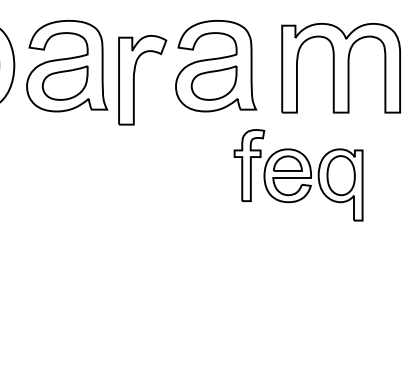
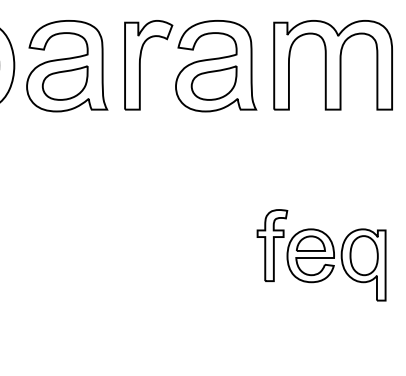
part at (340, 68) position: (340, 68) -> (332, 65)
part at (134, 80) position: (134, 80) -> (140, 65)
part at (298, 175) position: (298, 175) -> (321, 255)
